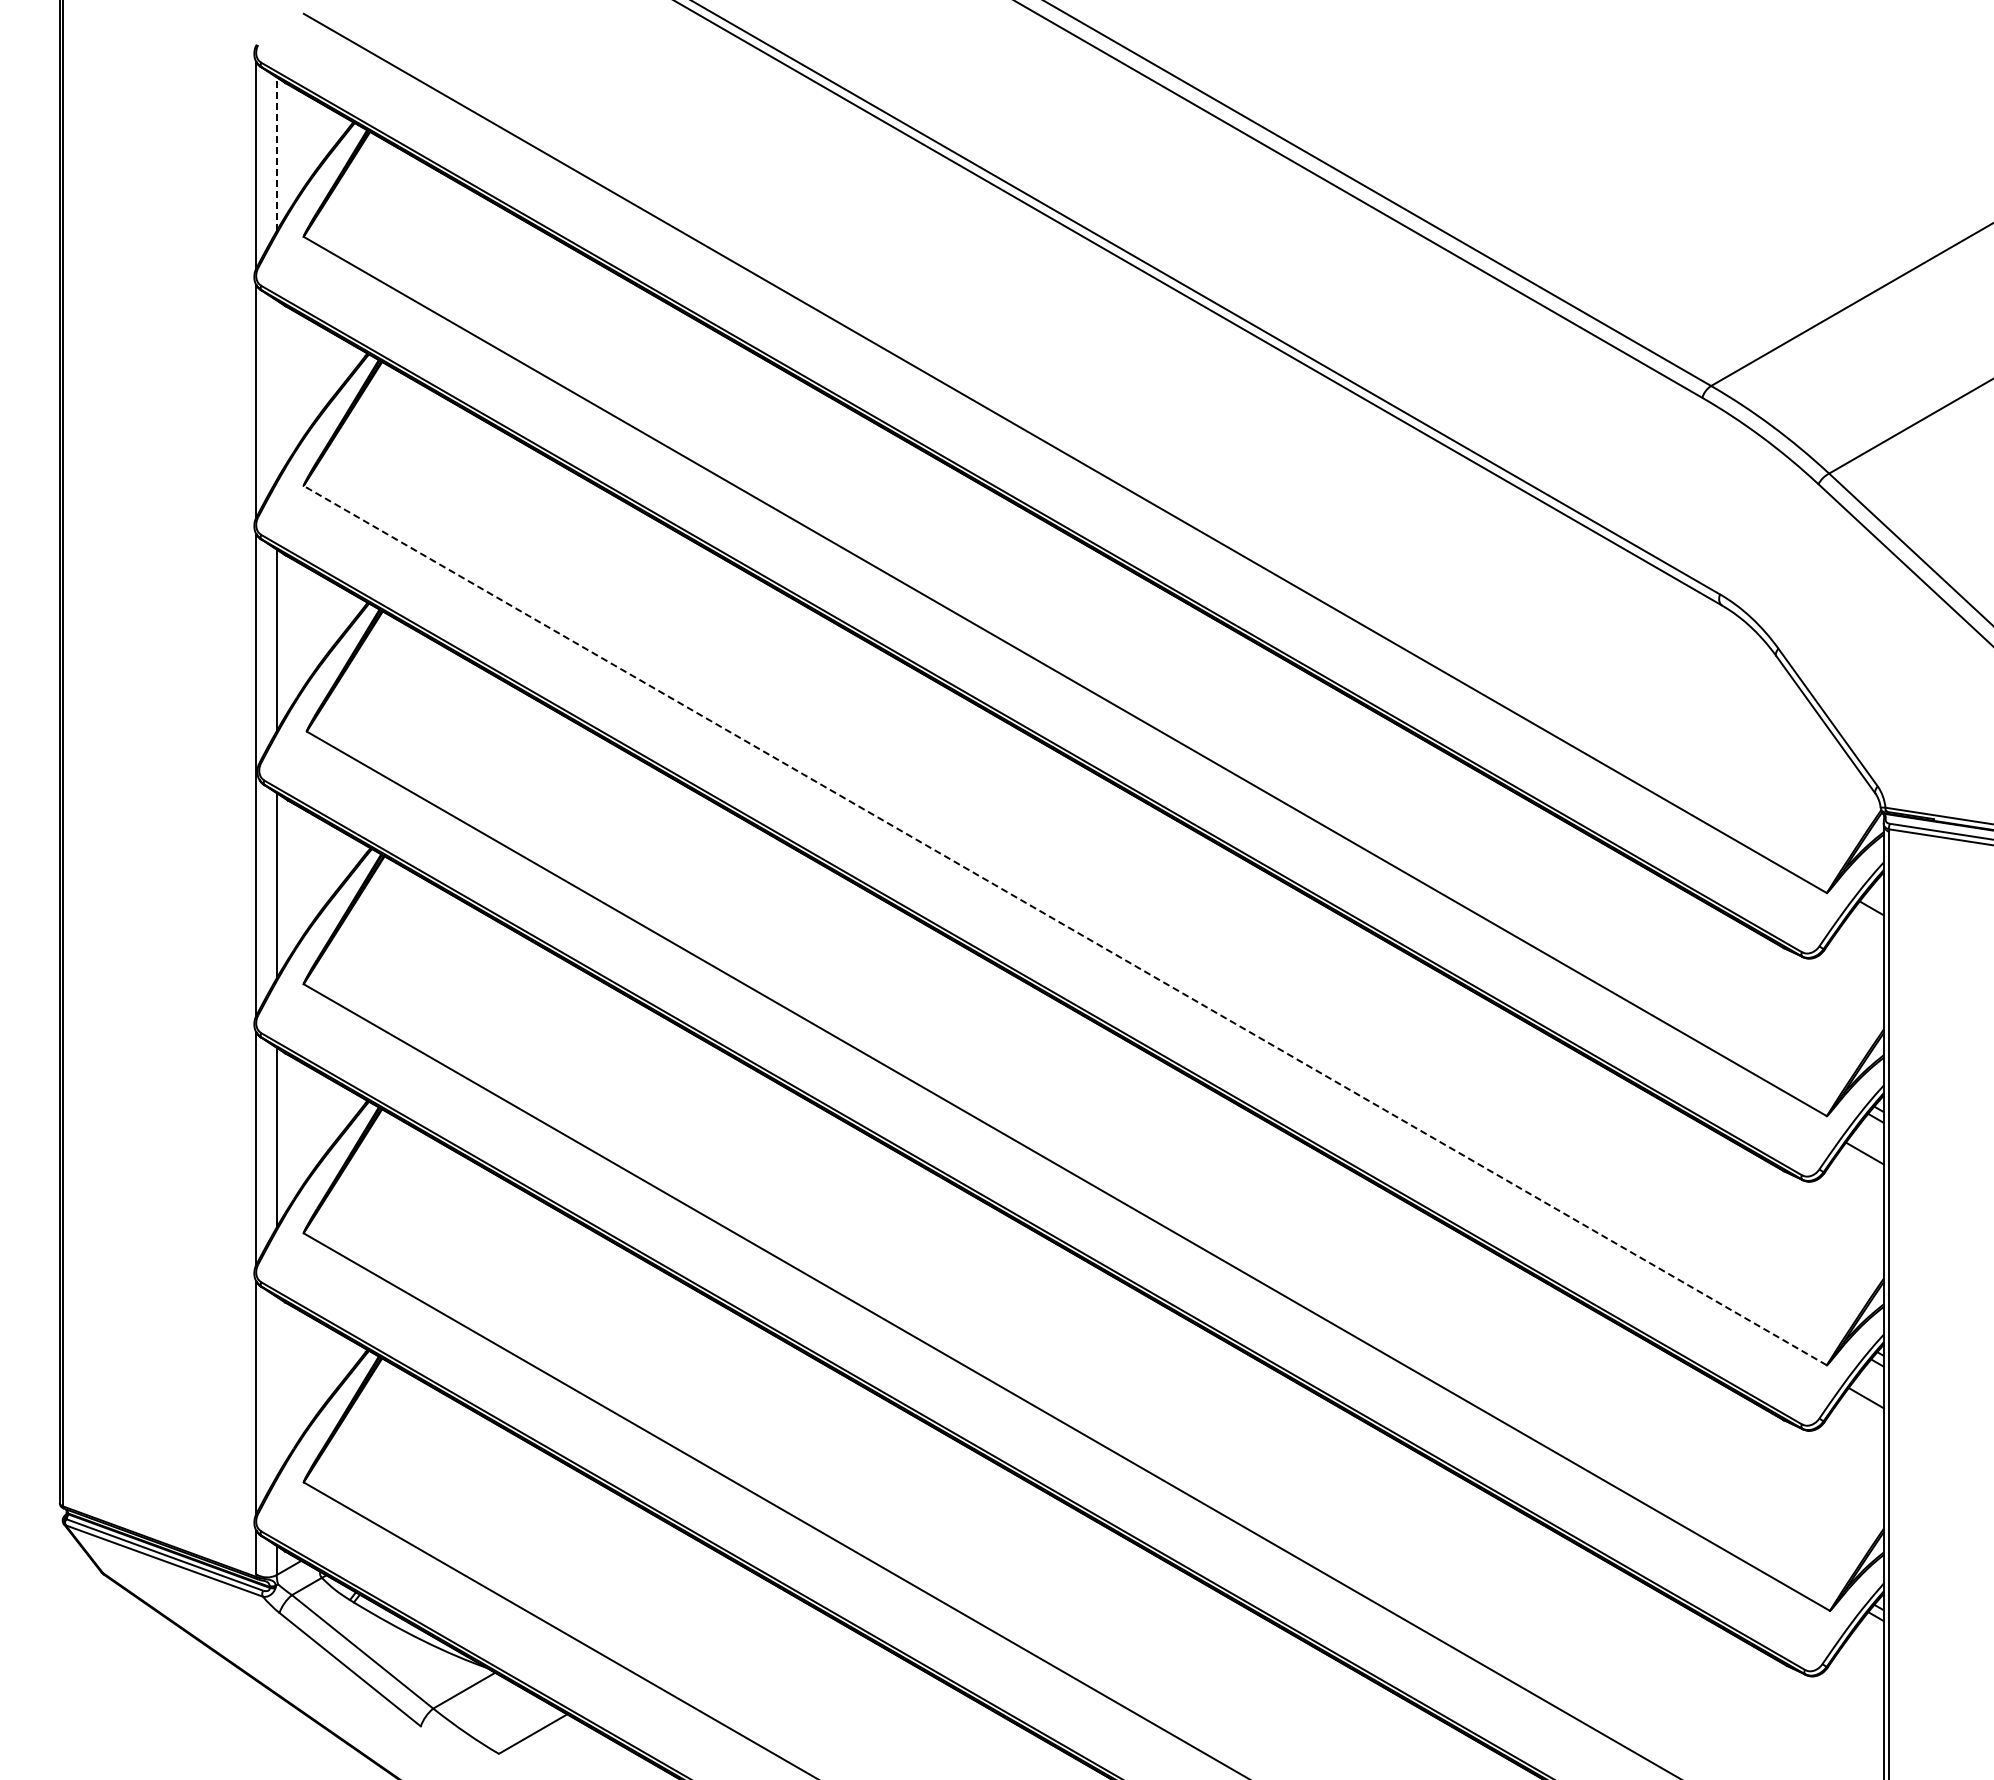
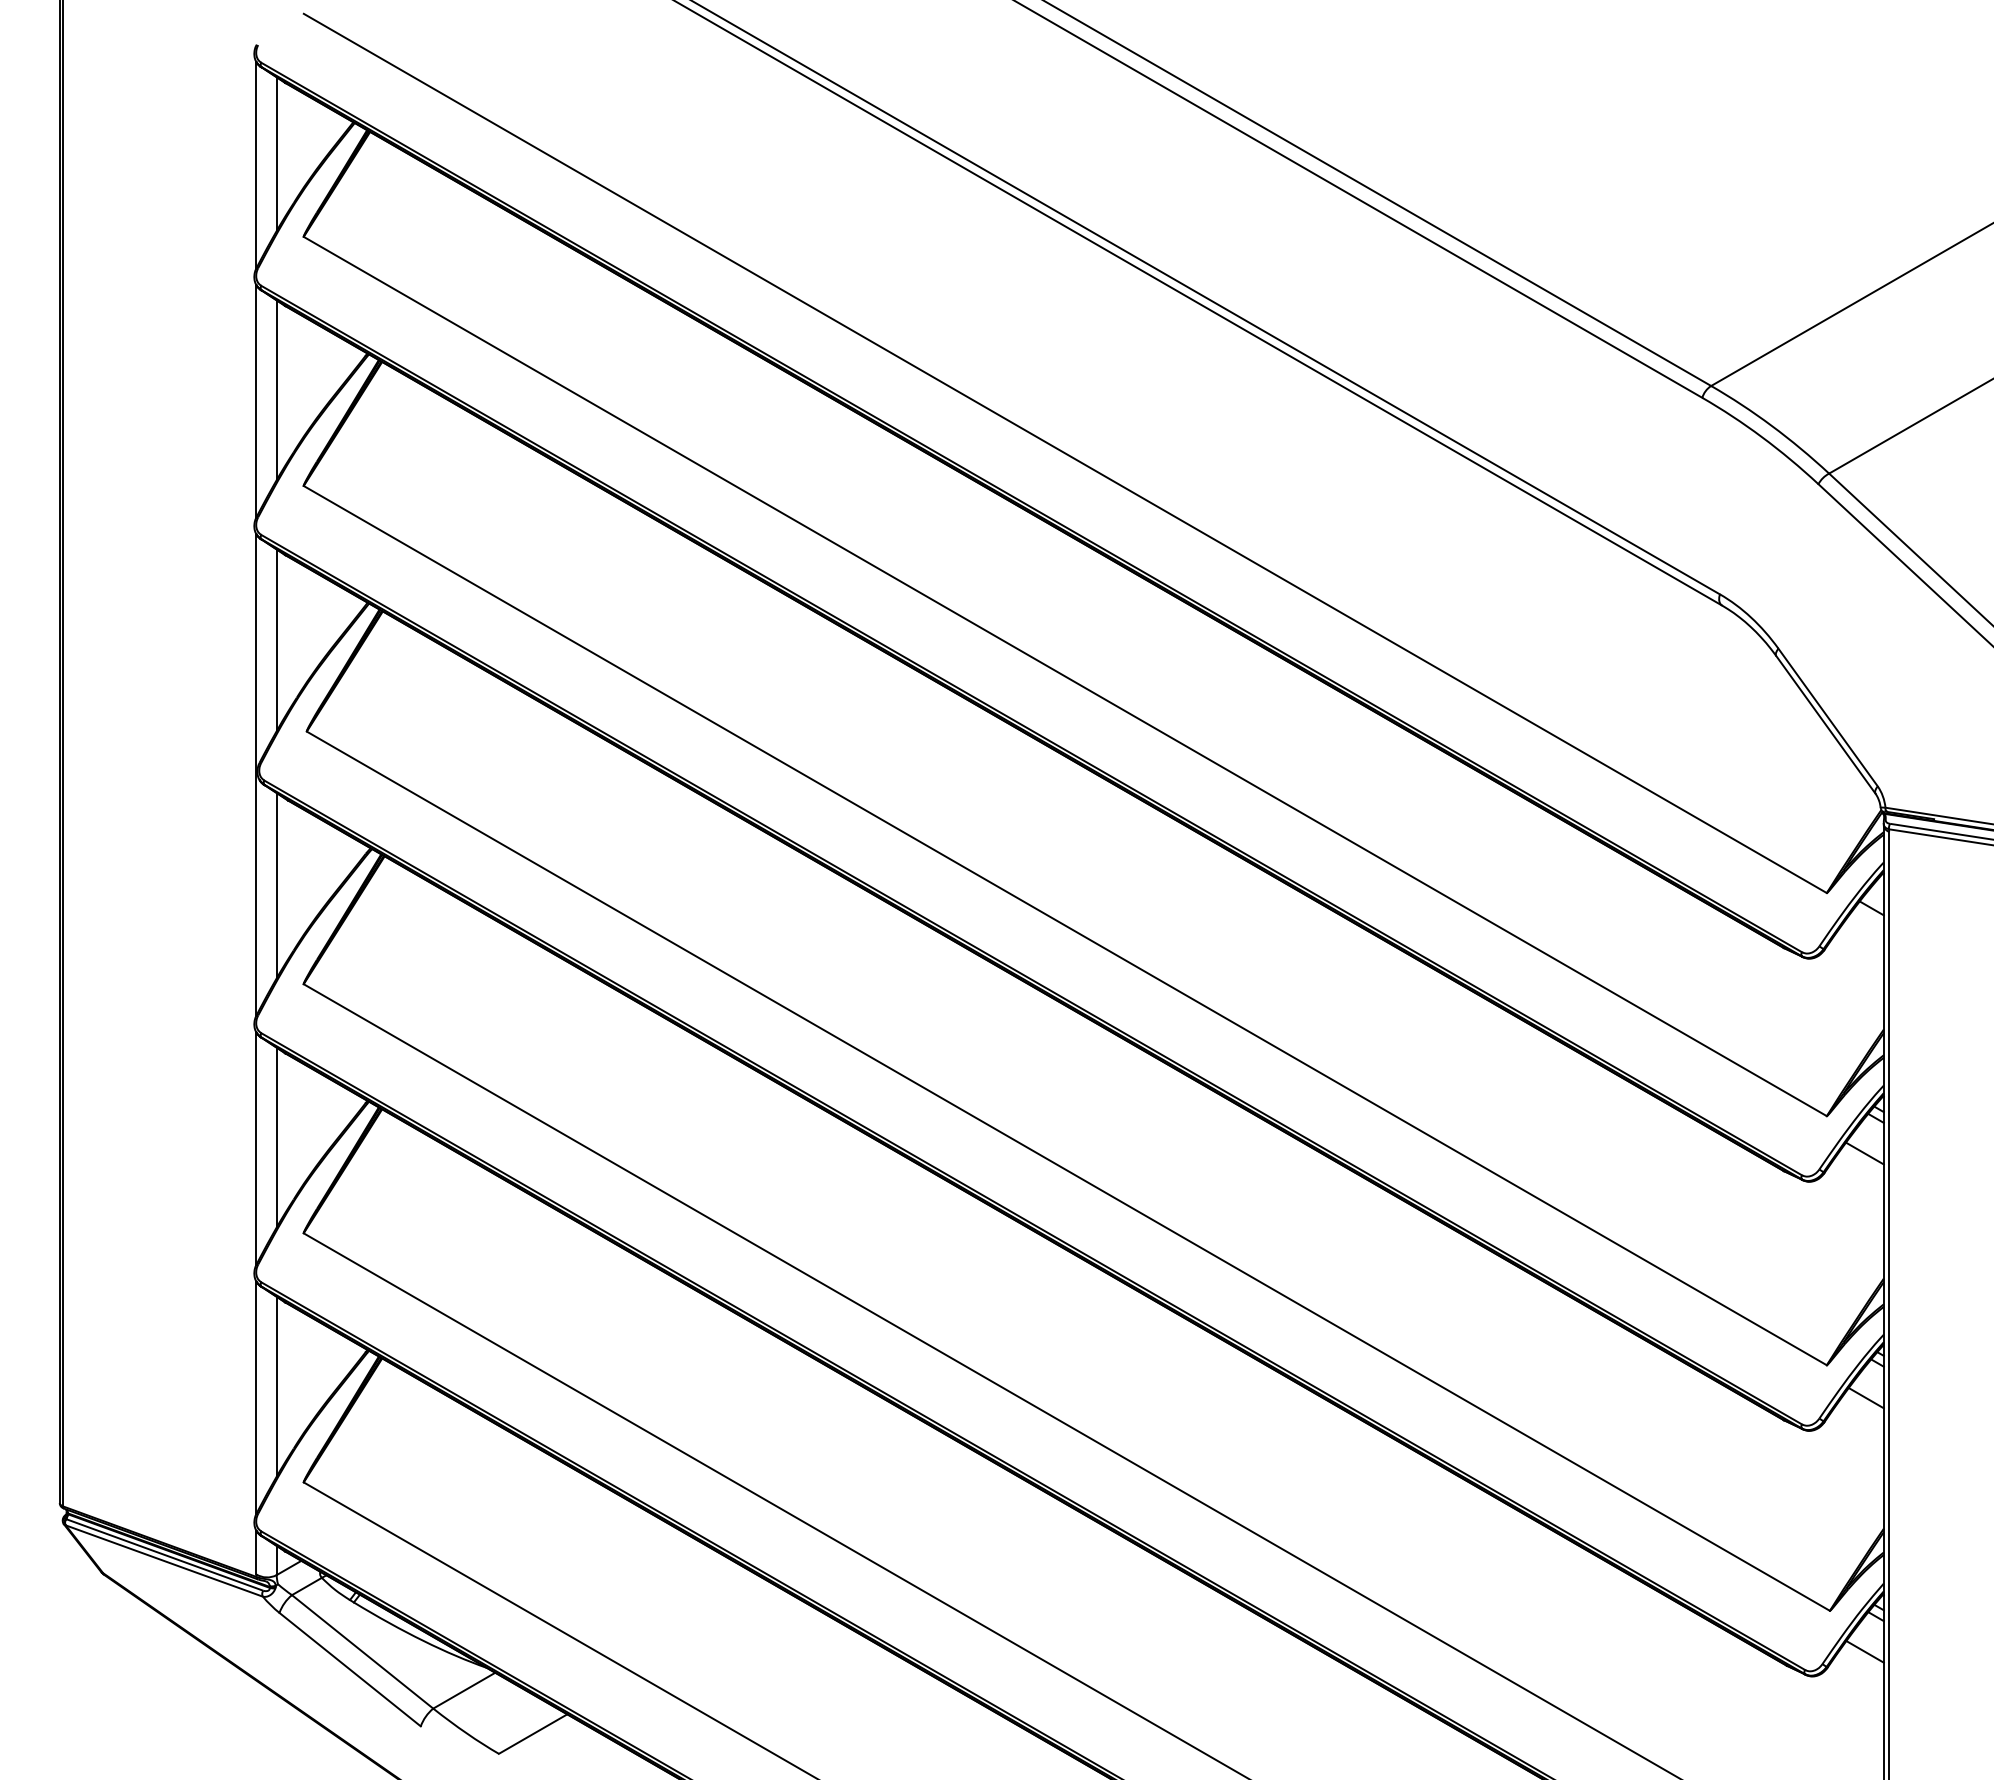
line at (276, 154): dashed -> solid
line at (276, 390): none -> present
line at (1064, 925): dashed -> solid
line at (276, 1386): none -> present
line at (1864, 1651): none -> present
